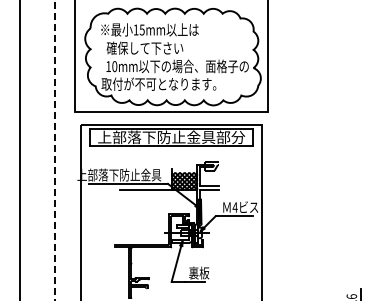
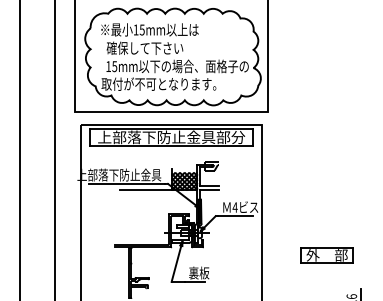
text at (114, 66): 10mm -> 15mm
line at (54, 150): dashed -> solid
part at (326, 255): none -> present
